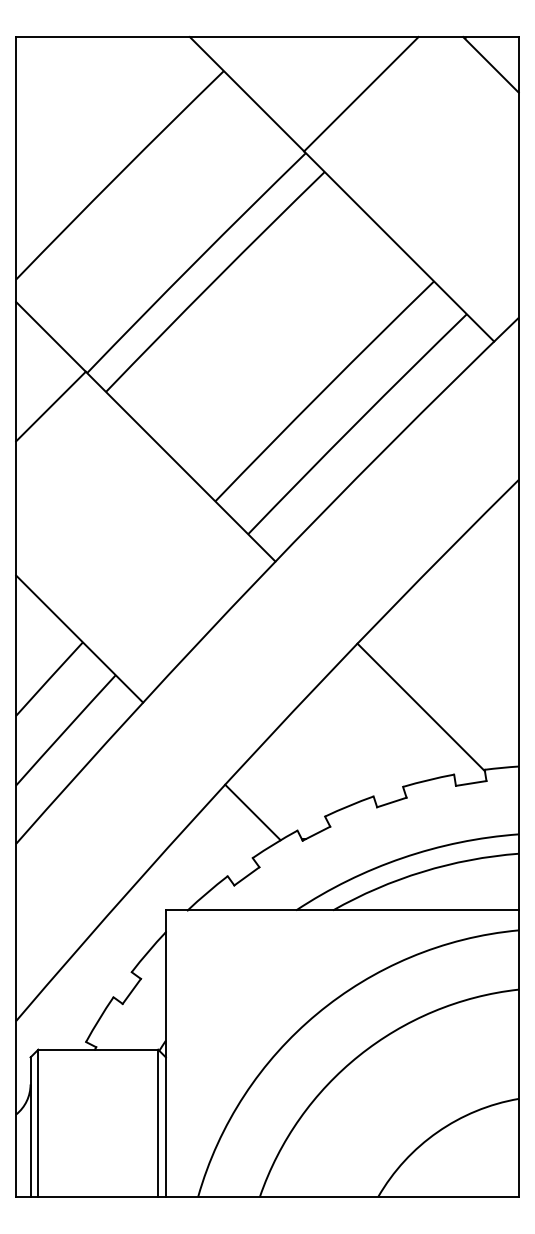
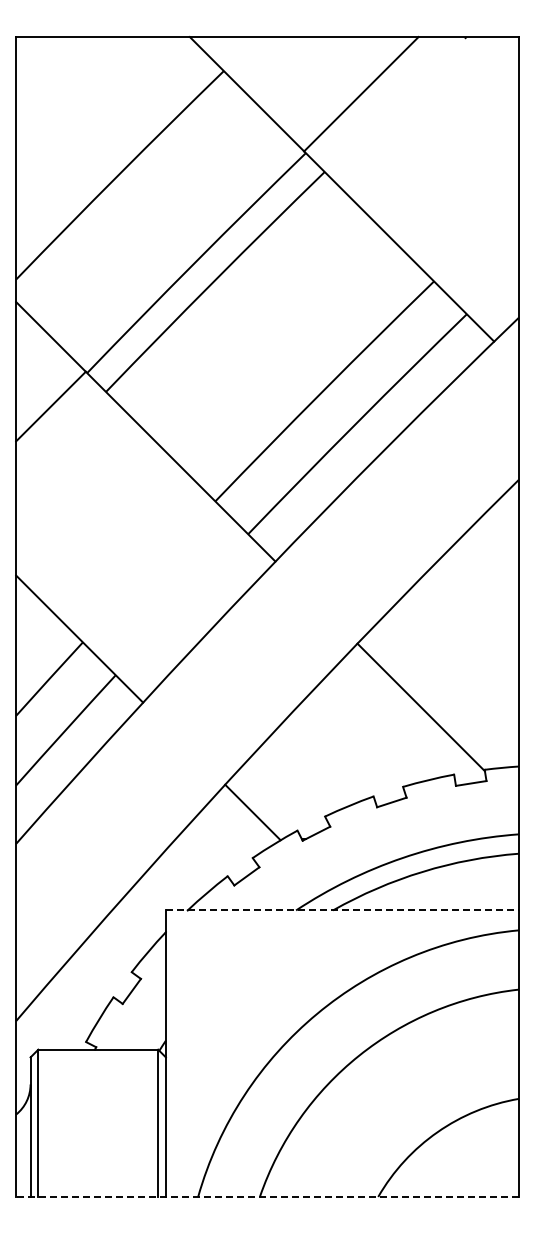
line at (490, 64): present -> none
line at (342, 910): solid -> dashed
line at (266, 1196): solid -> dashed
